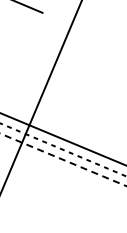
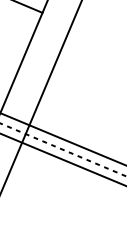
line at (24, 55): none -> present
line at (63, 159): dashed -> solid
